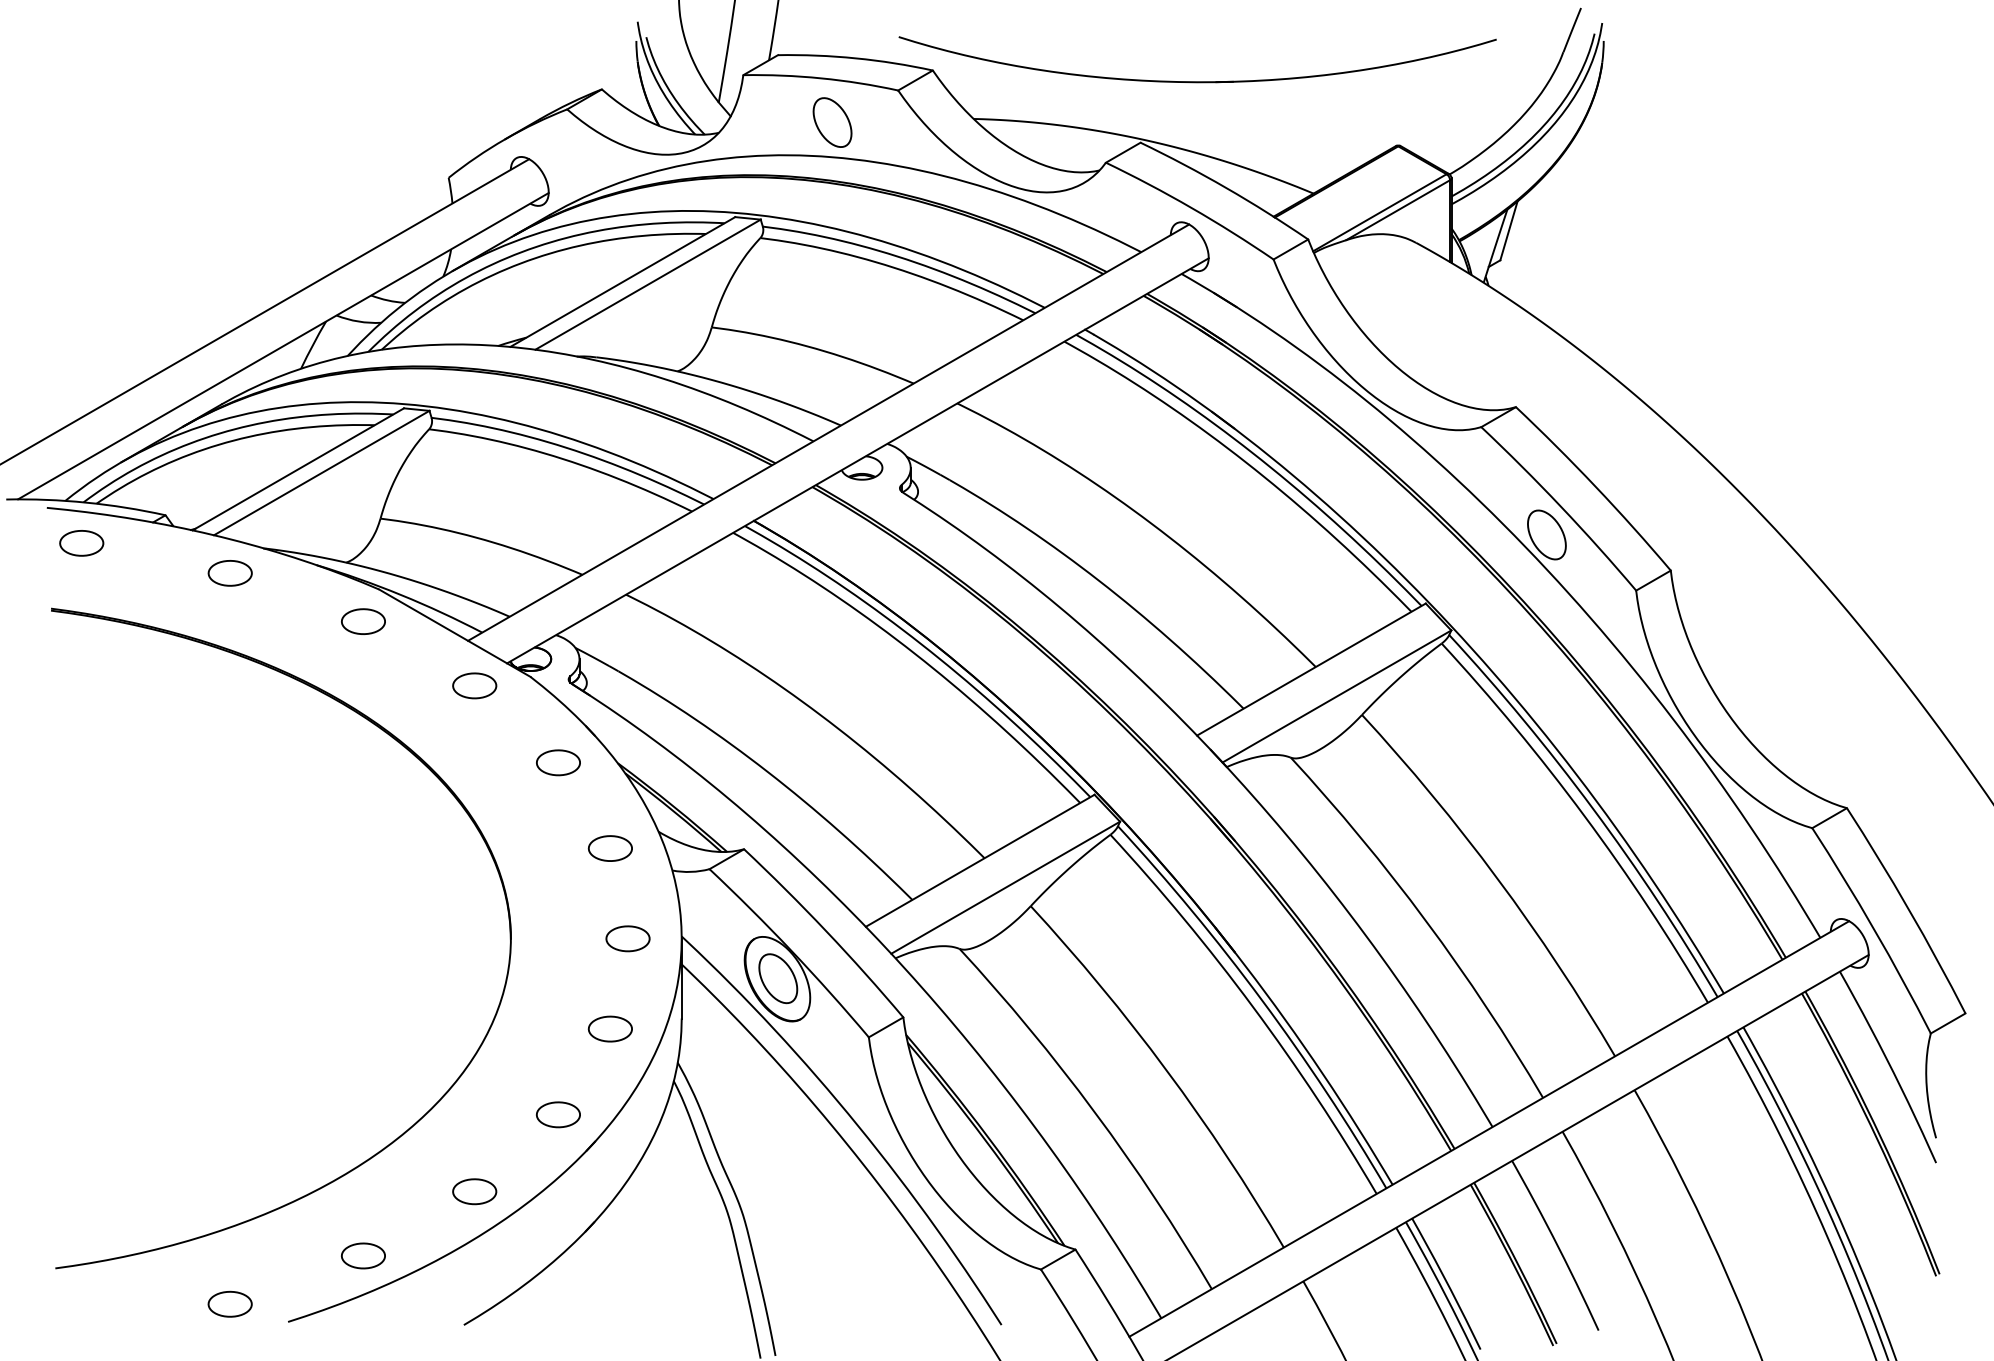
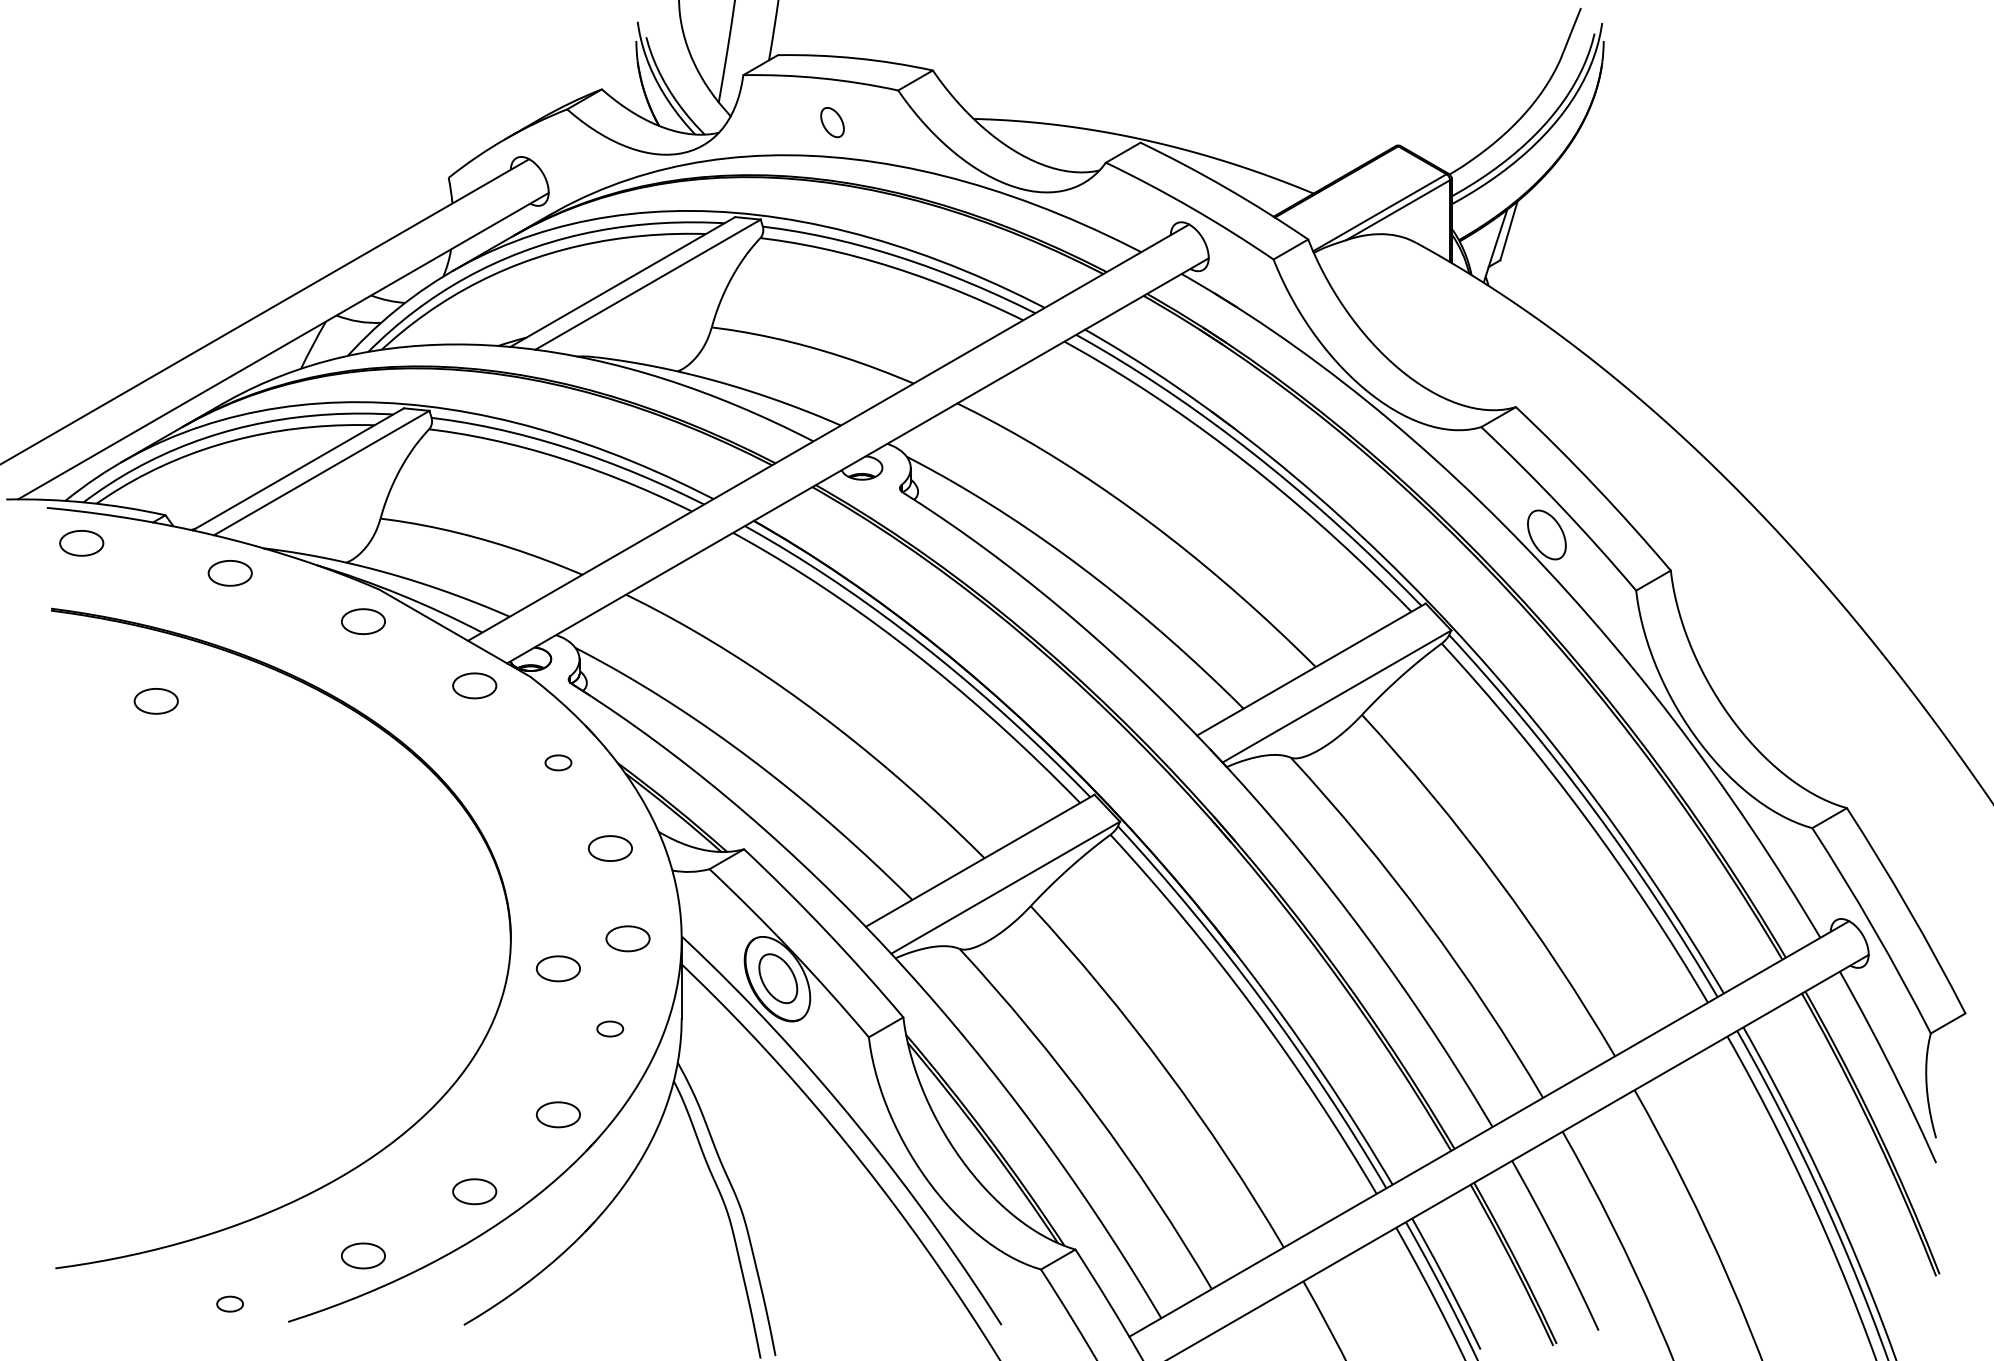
part at (1197, 81): present -> none
part at (832, 122) size: 41x51 px -> 25x32 px
part at (155, 701): none -> present
part at (558, 762) size: 45x28 px -> 29x18 px
part at (558, 968): none -> present
part at (609, 1028) size: 46x28 px -> 29x18 px
part at (229, 1303) size: 46x28 px -> 28x18 px
